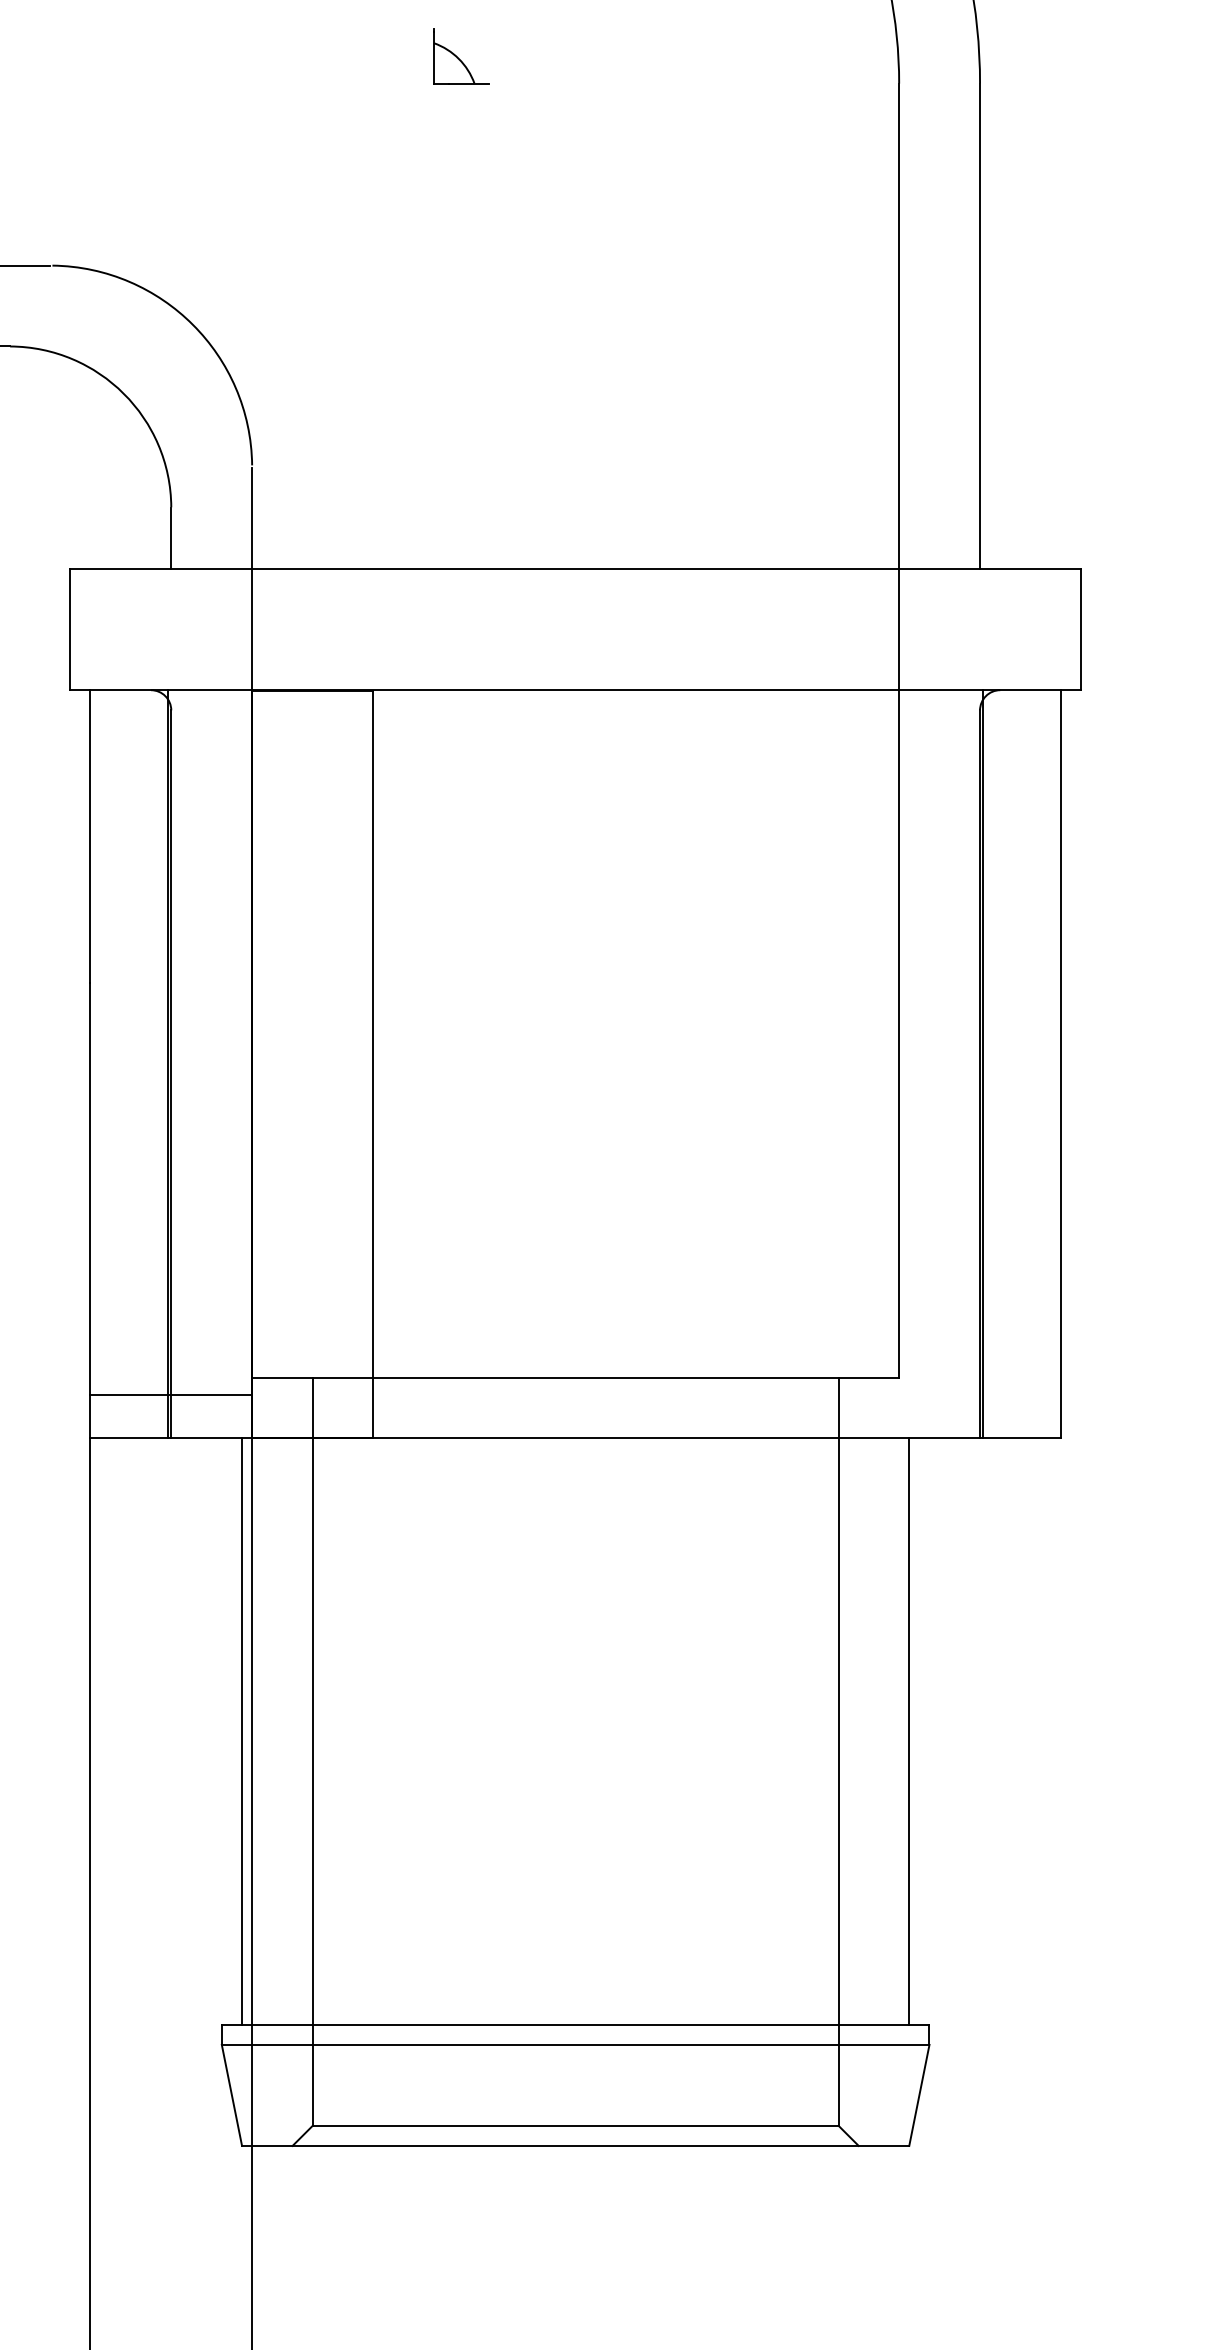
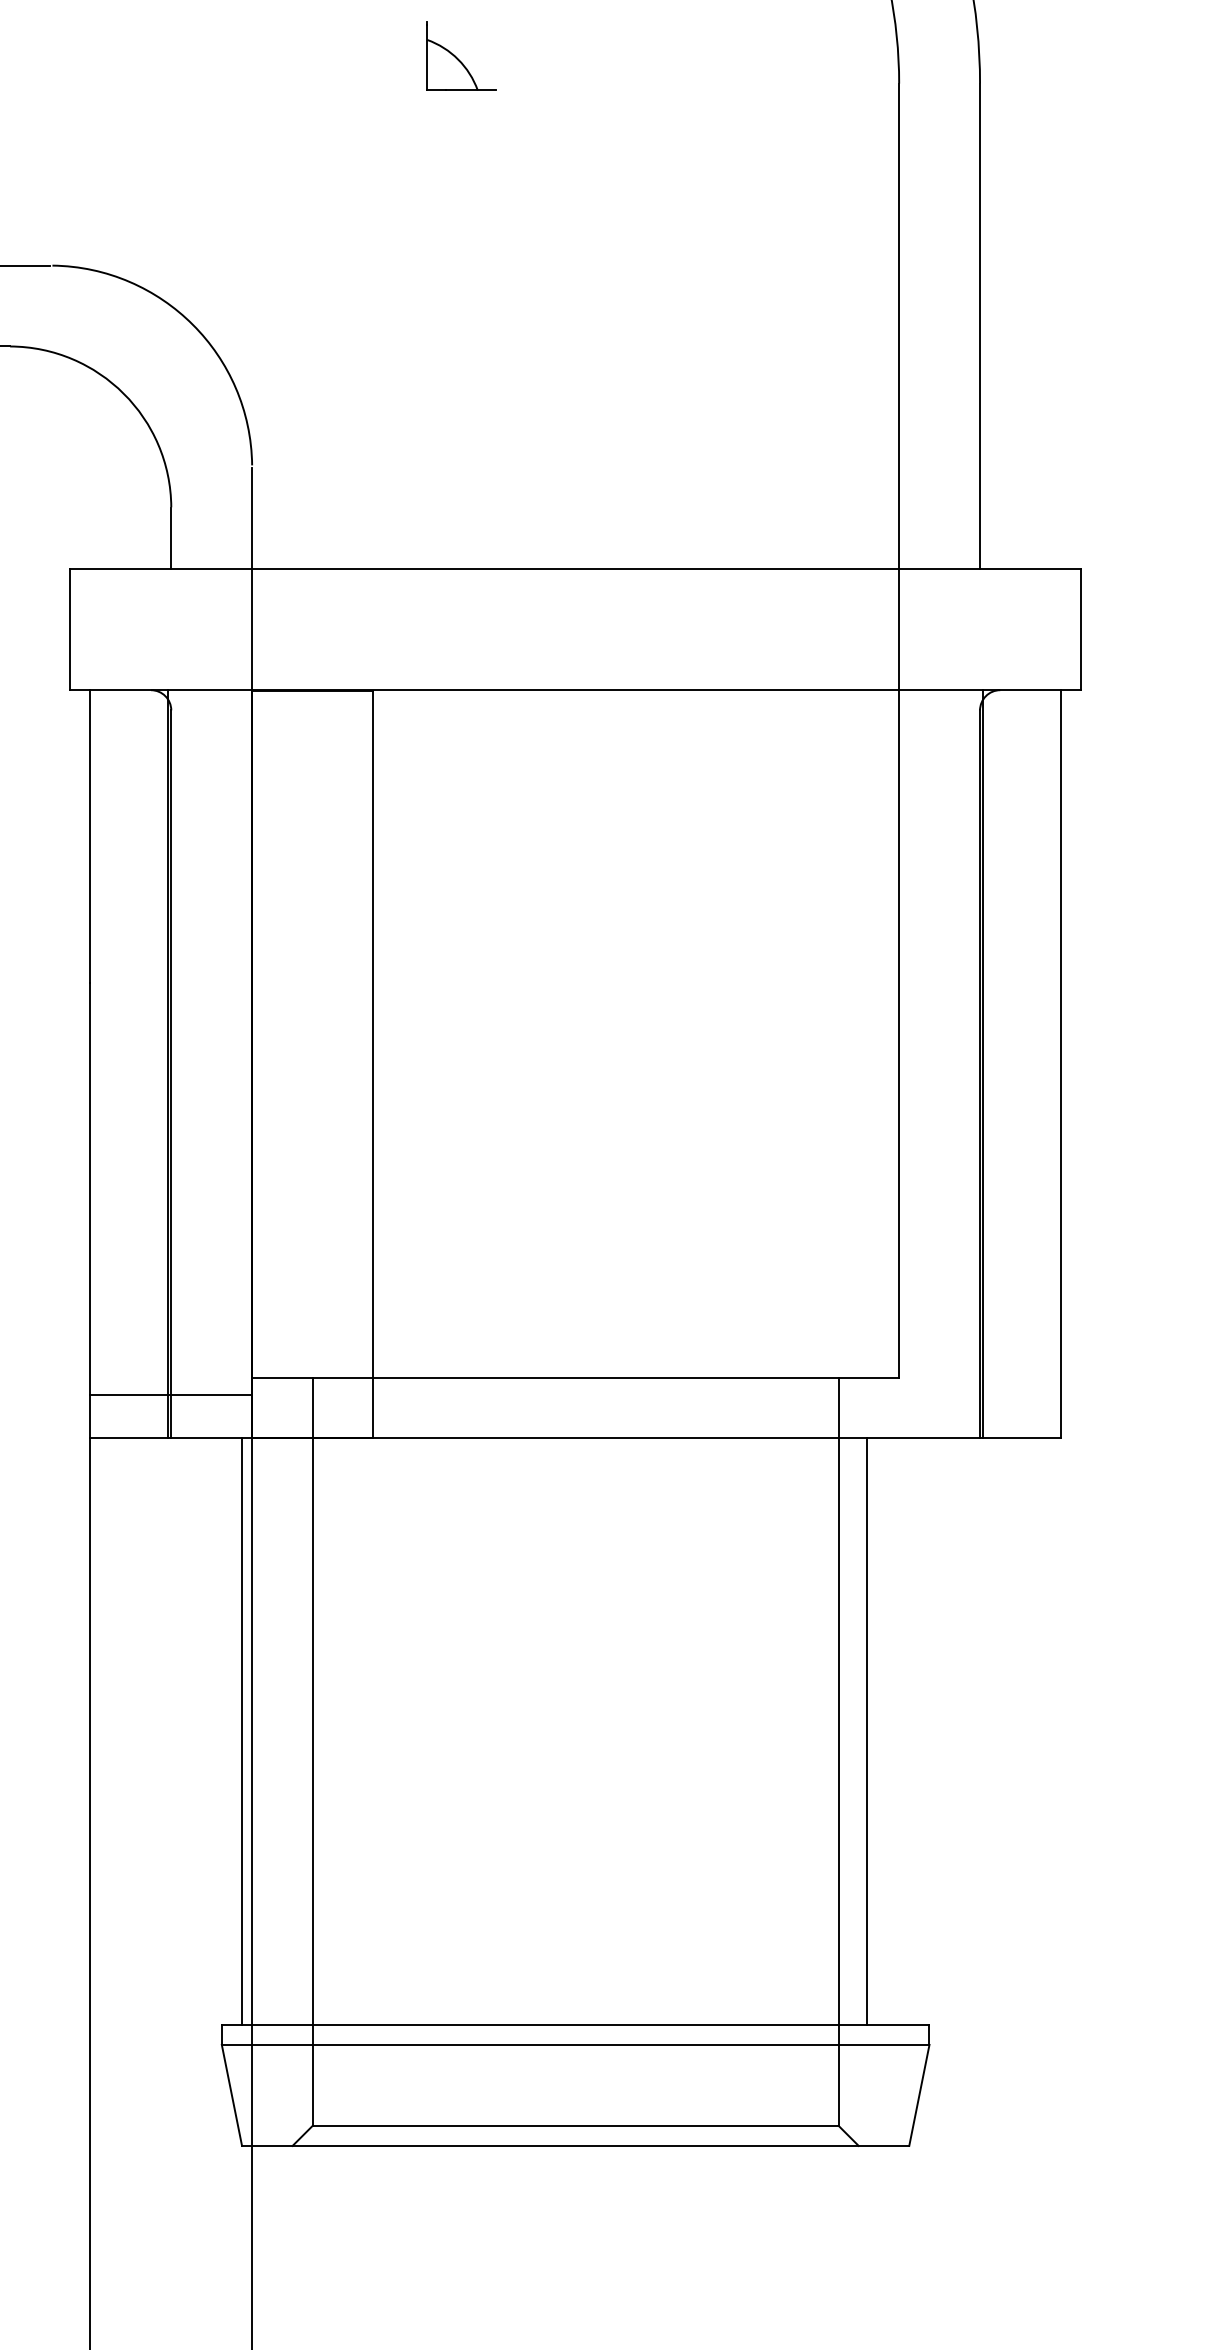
part at (461, 56) size: 57x57 px -> 71x70 px
line at (909, 1731) position: (909, 1731) -> (867, 1731)
